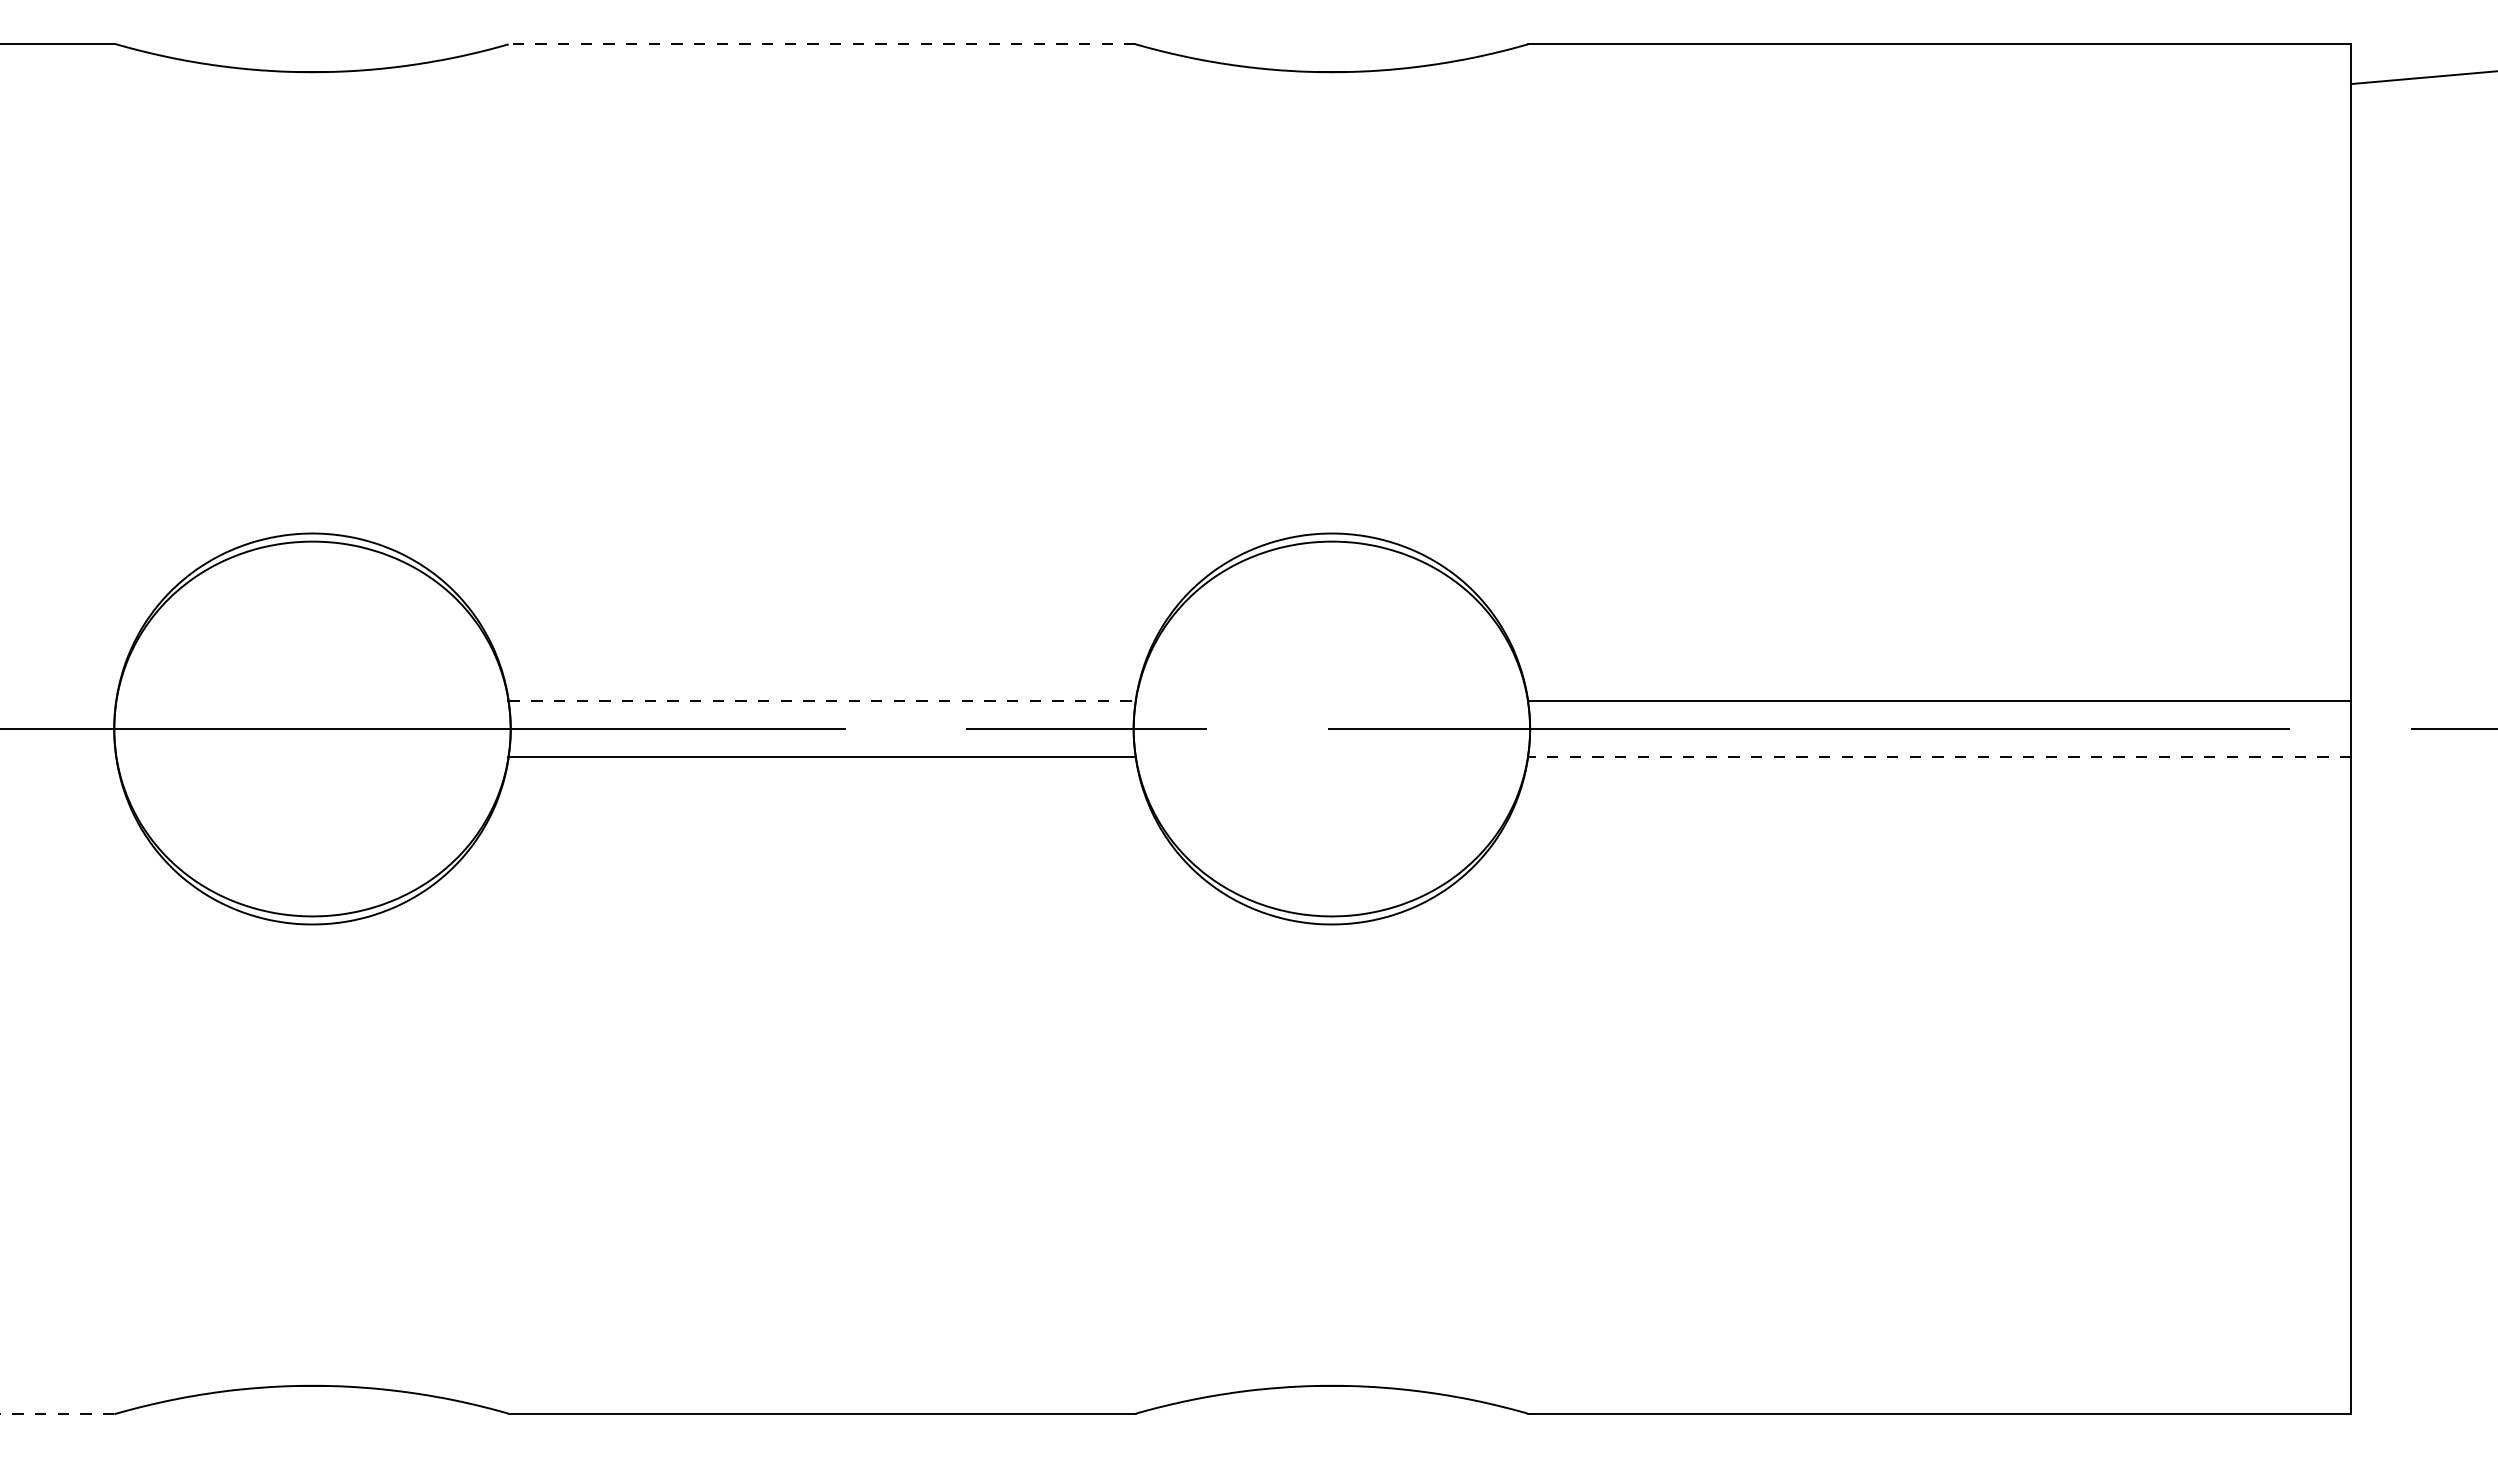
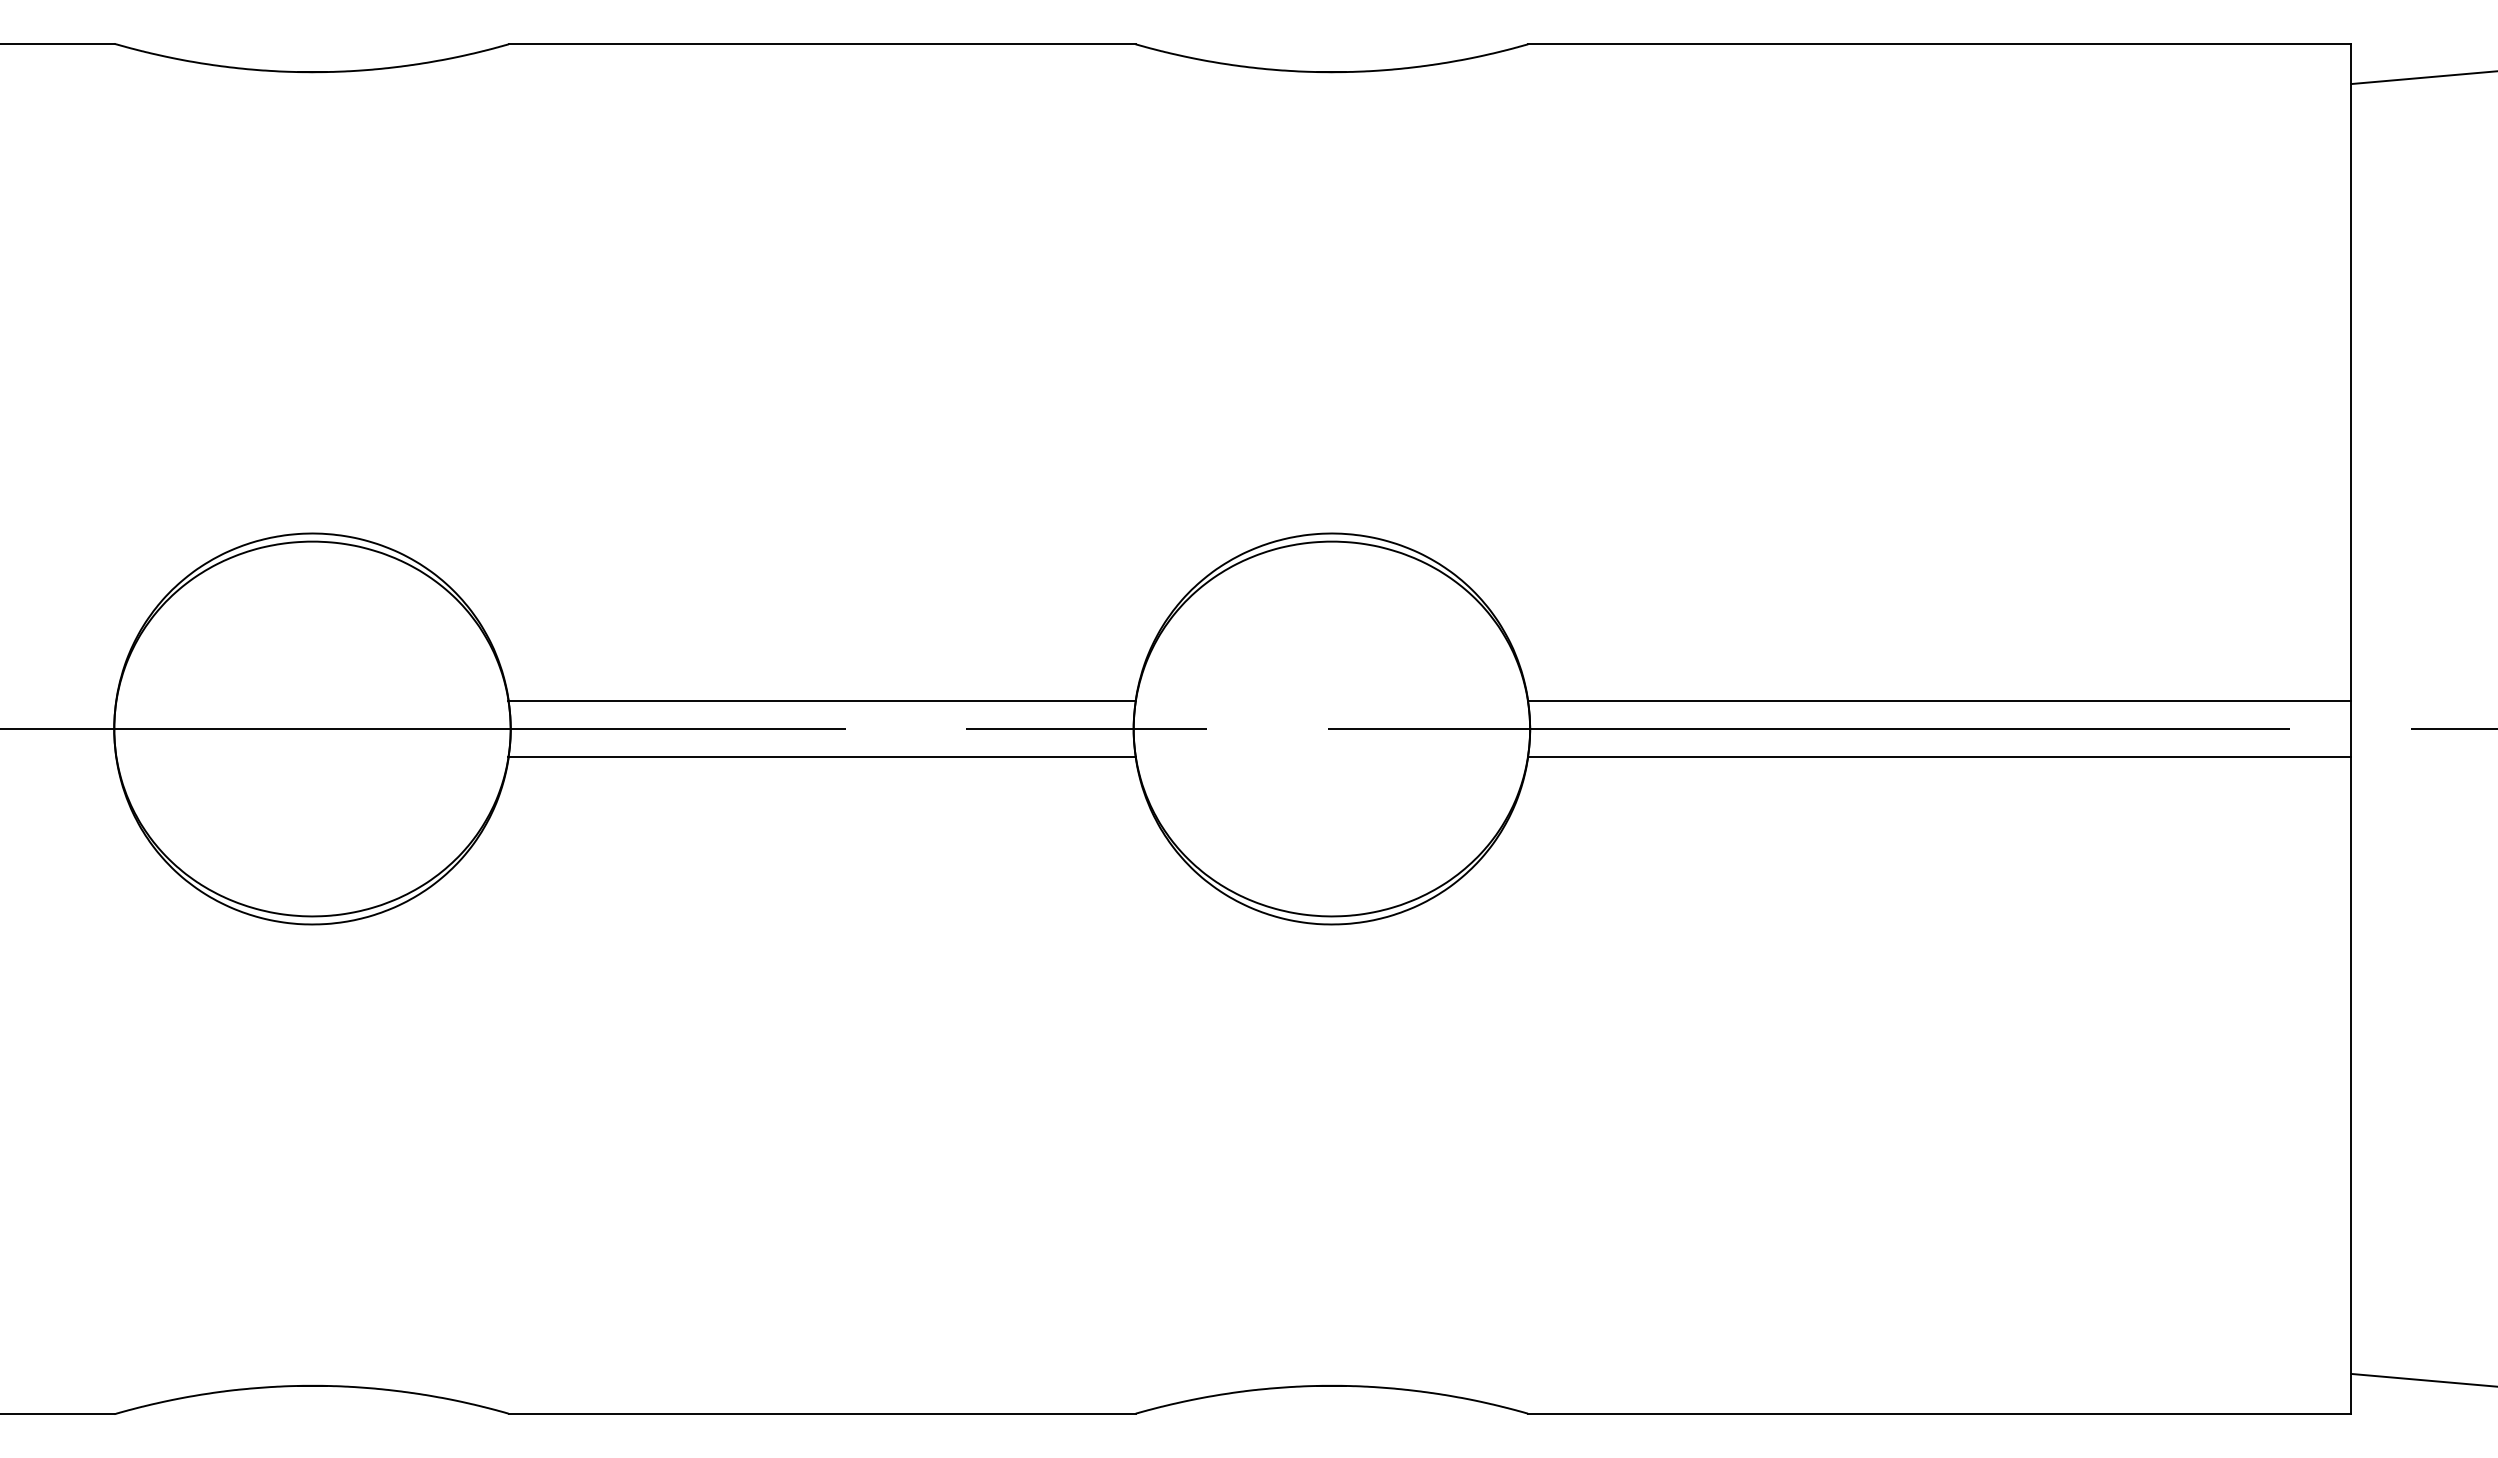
line at (822, 44): dashed -> solid
line at (822, 700): dashed -> solid
line at (1939, 757): dashed -> solid
line at (2422, 1379): none -> present
line at (57, 1414): dashed -> solid
